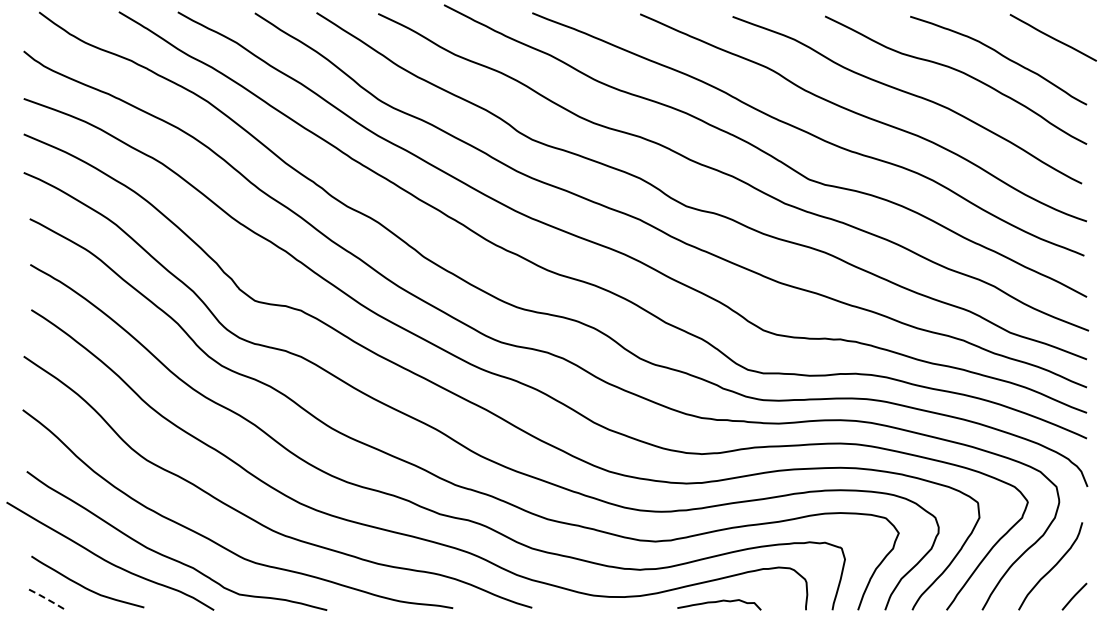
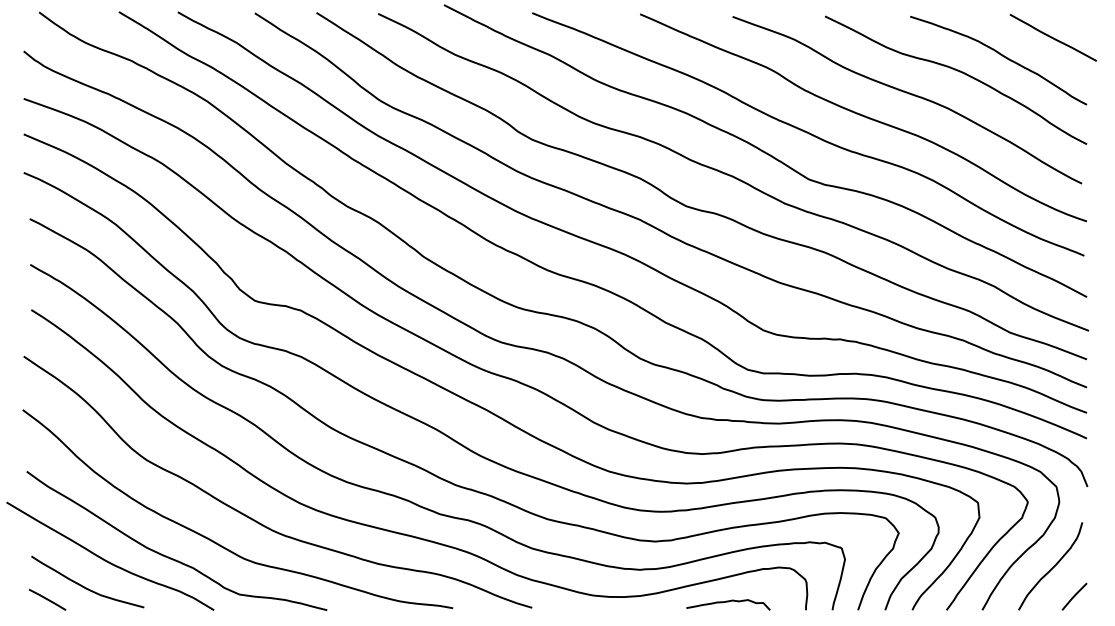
line at (47, 599): dashed -> solid
curve at (719, 602) position: (719, 602) -> (728, 602)
